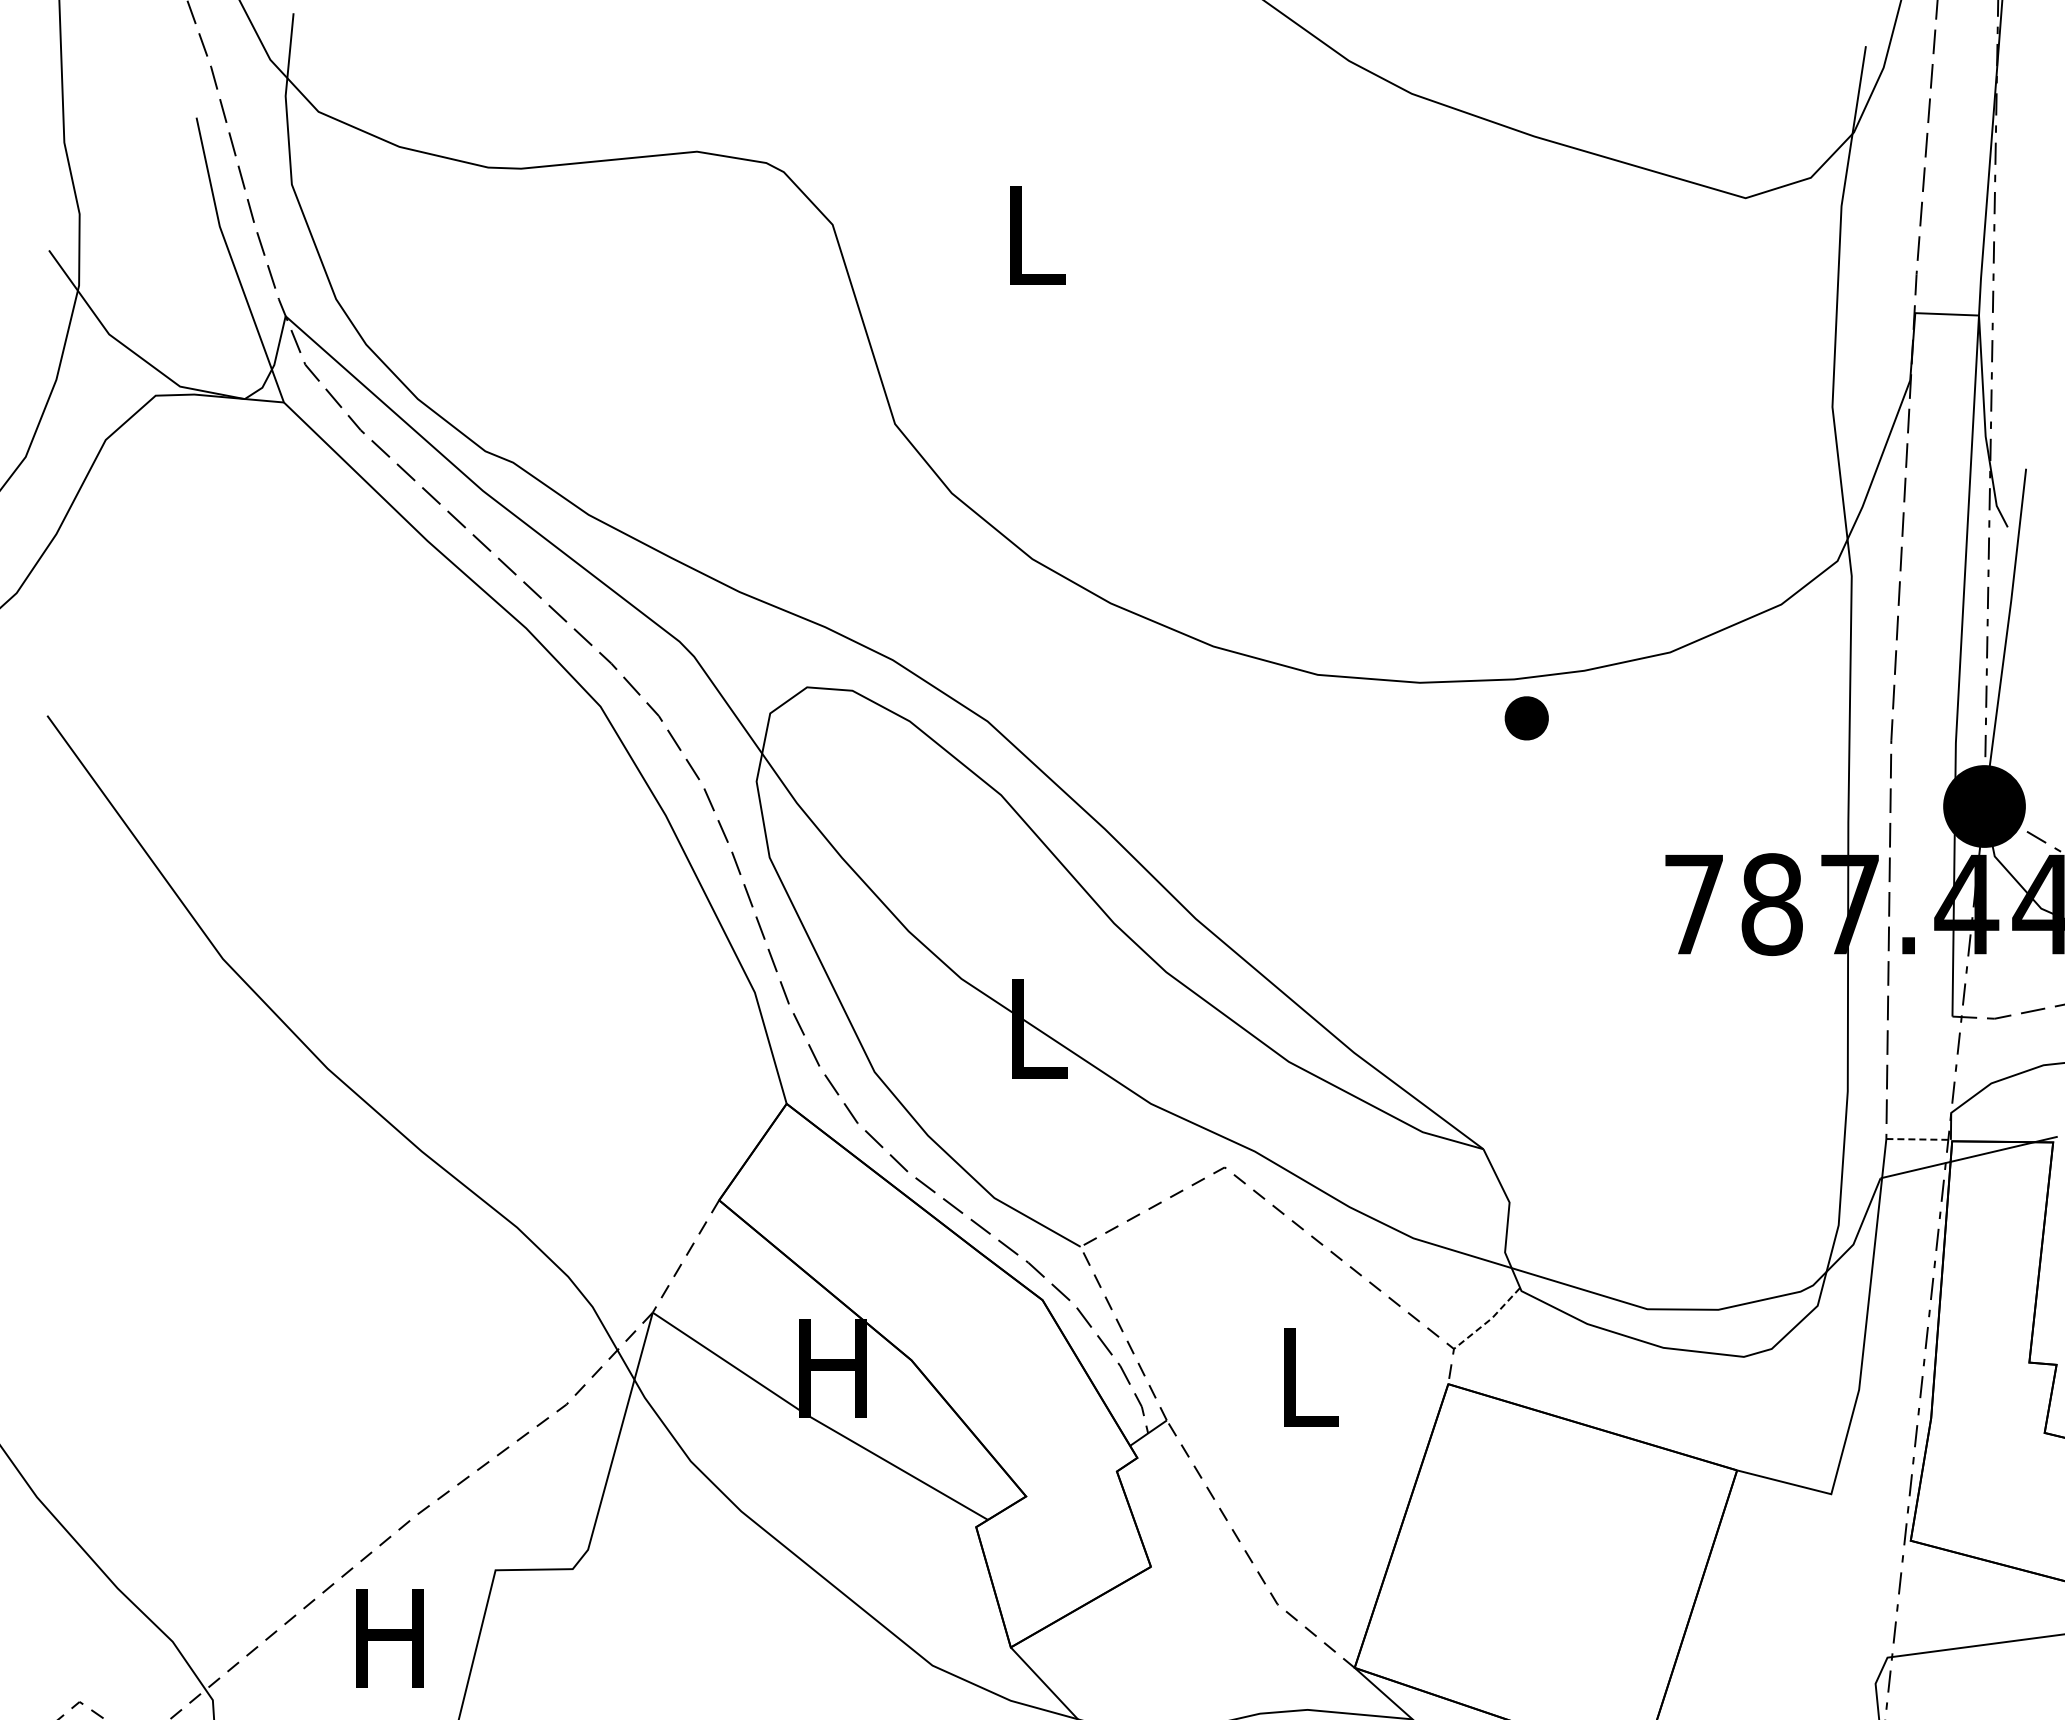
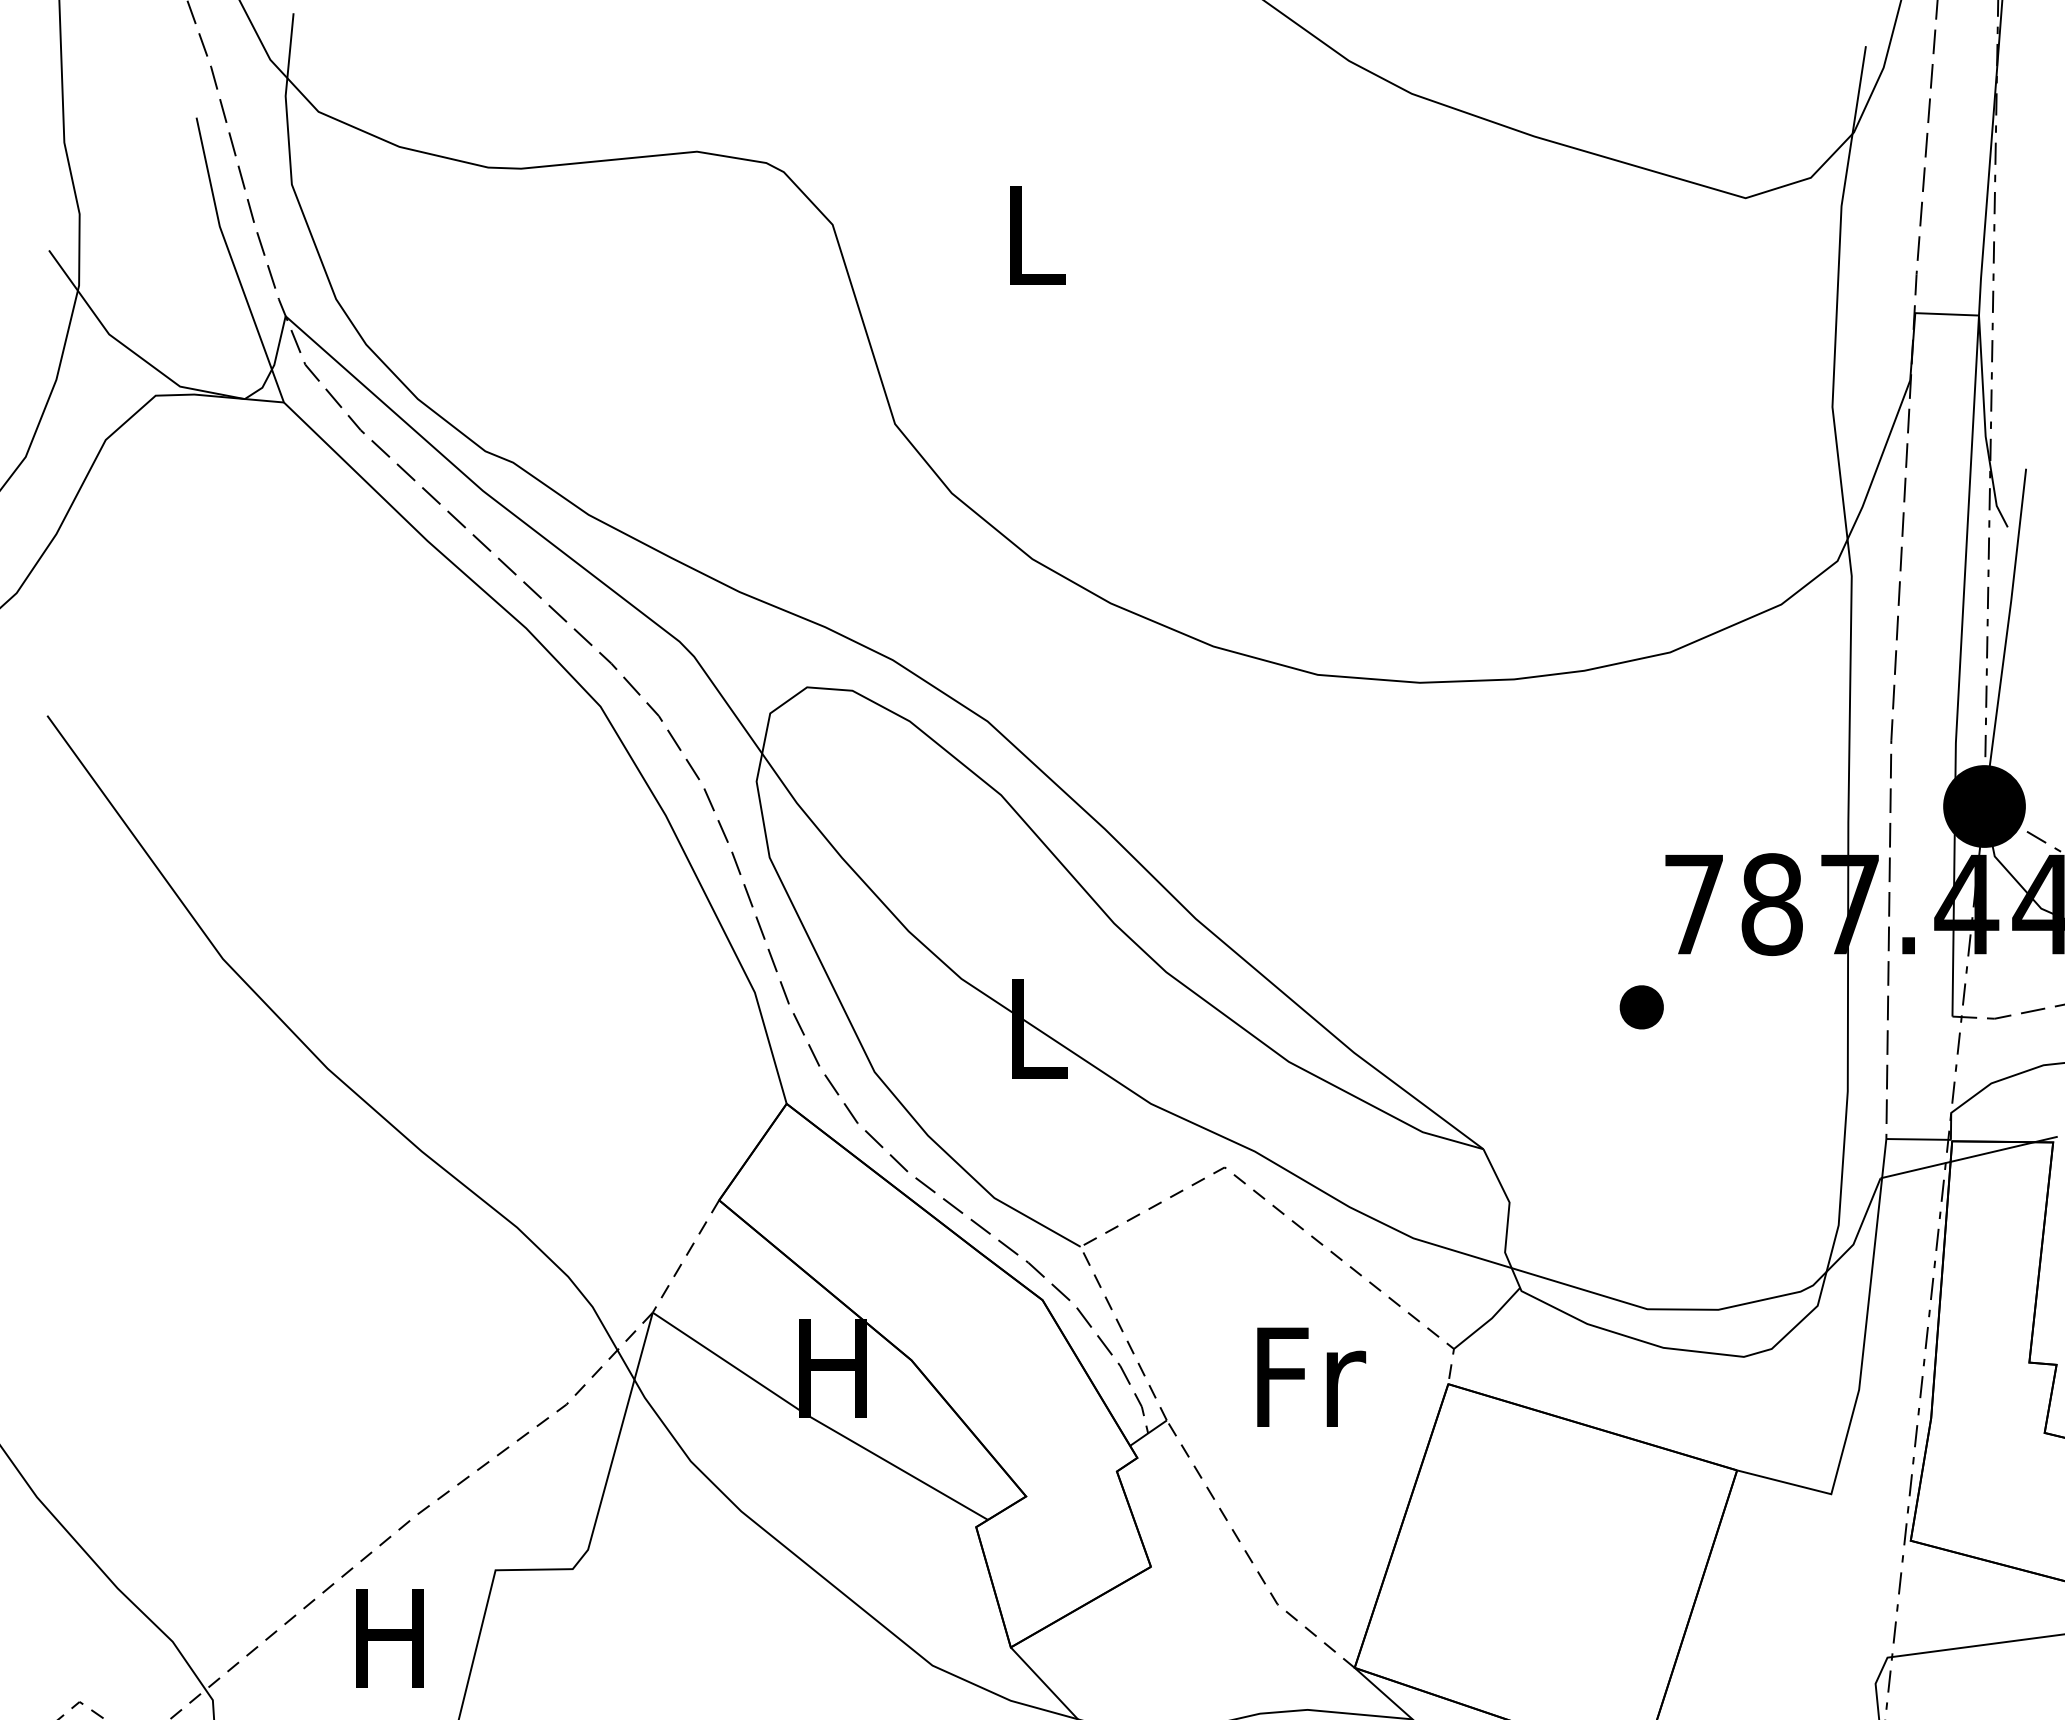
part at (1526, 718) position: (1526, 718) -> (1641, 1007)
line at (1919, 1139): dashed -> solid
line at (1489, 1320): dashed -> solid
text at (1311, 1376): L -> Fr
